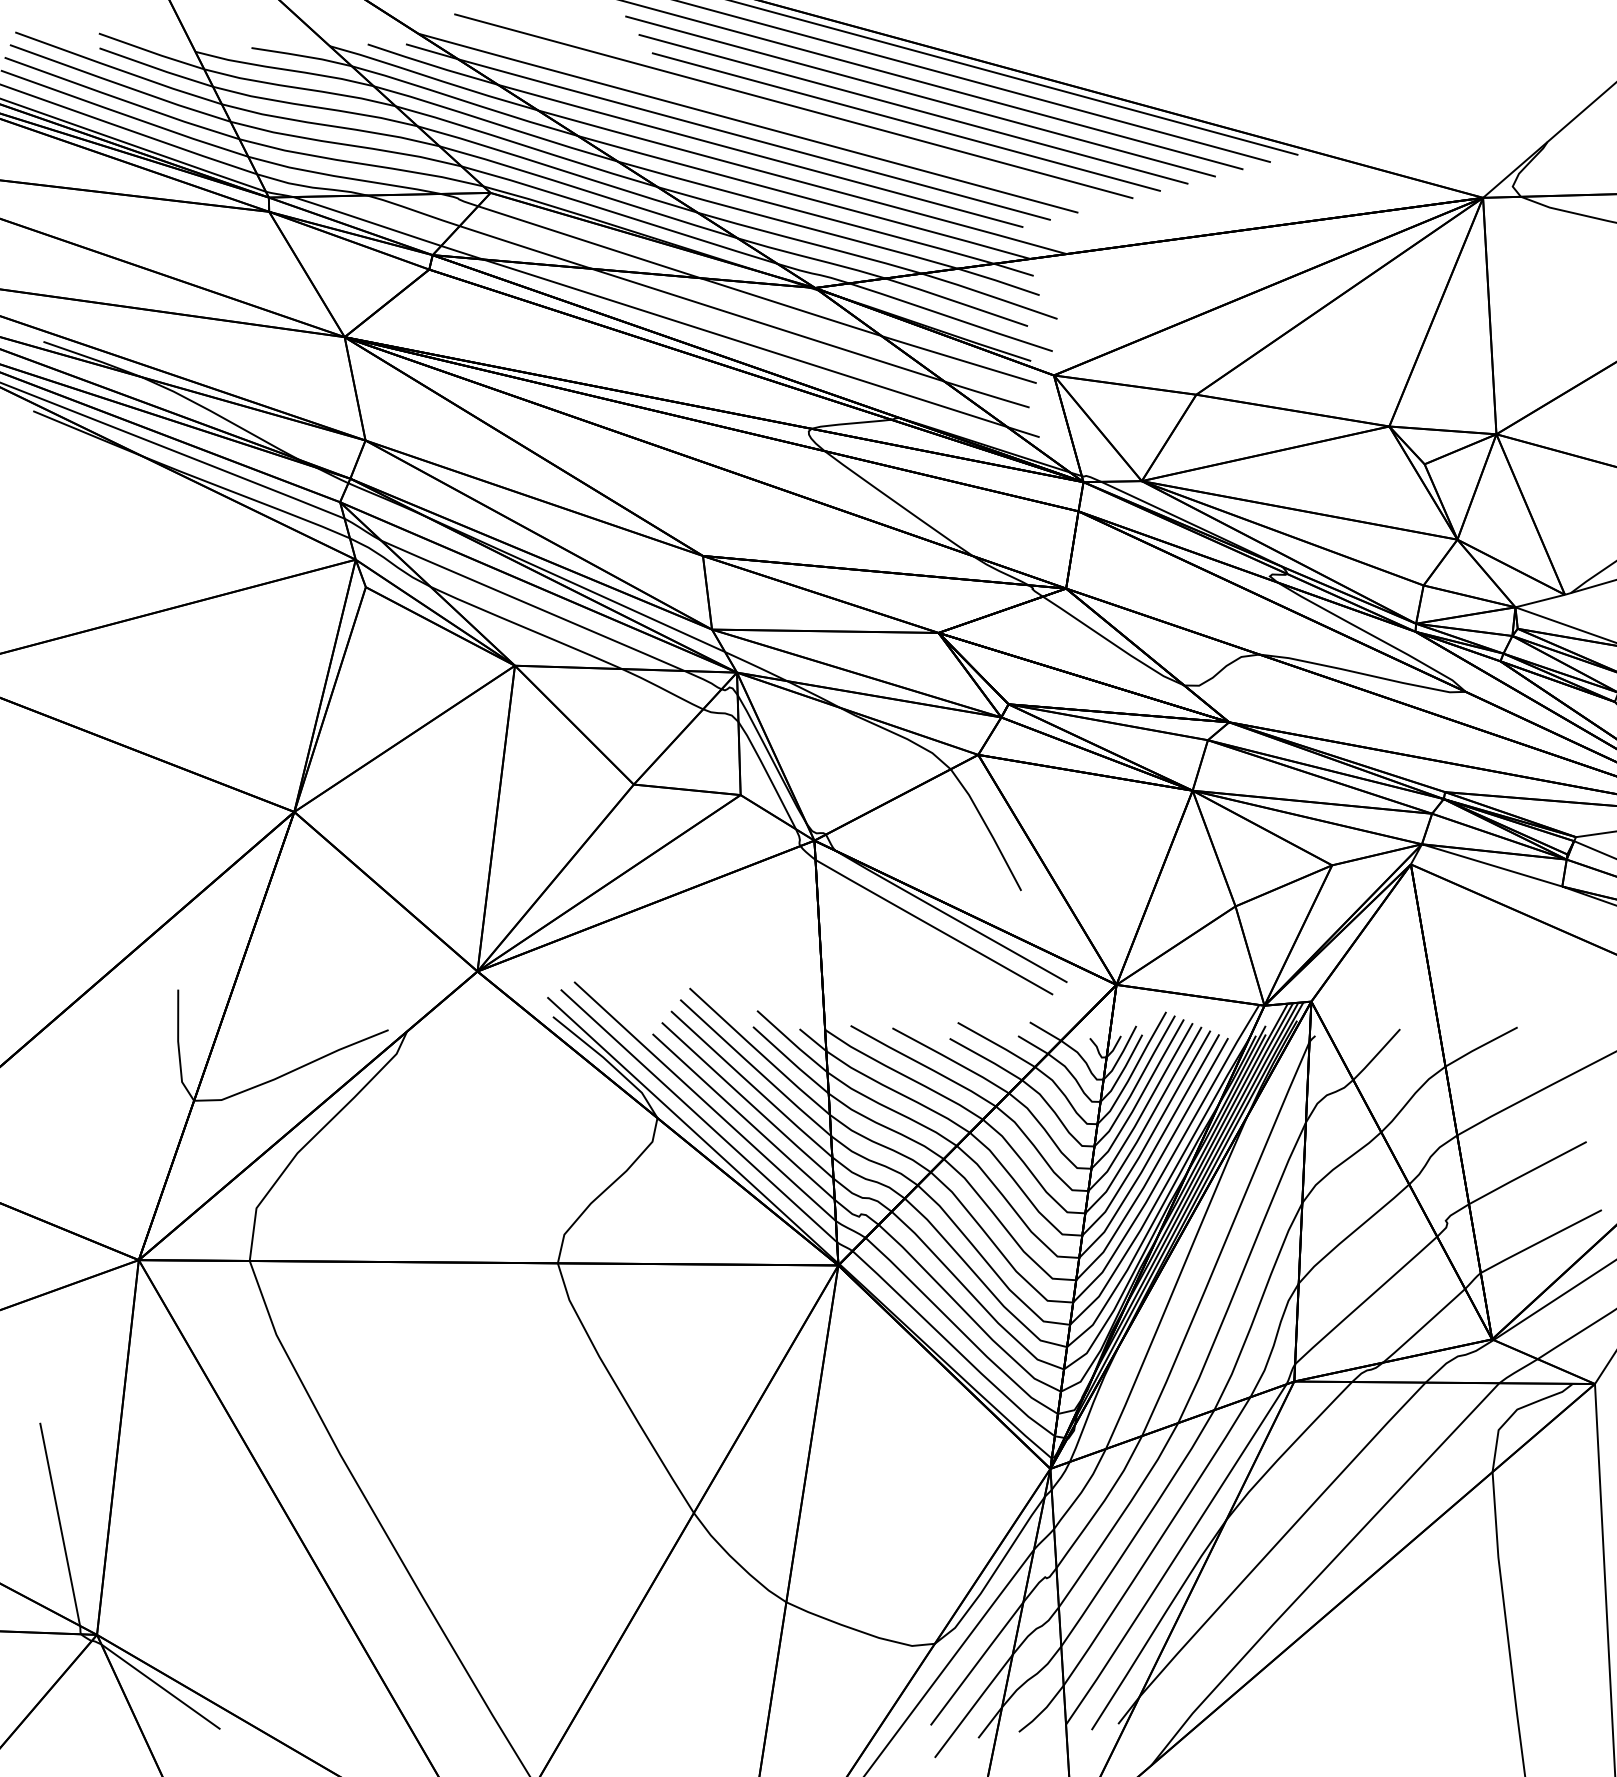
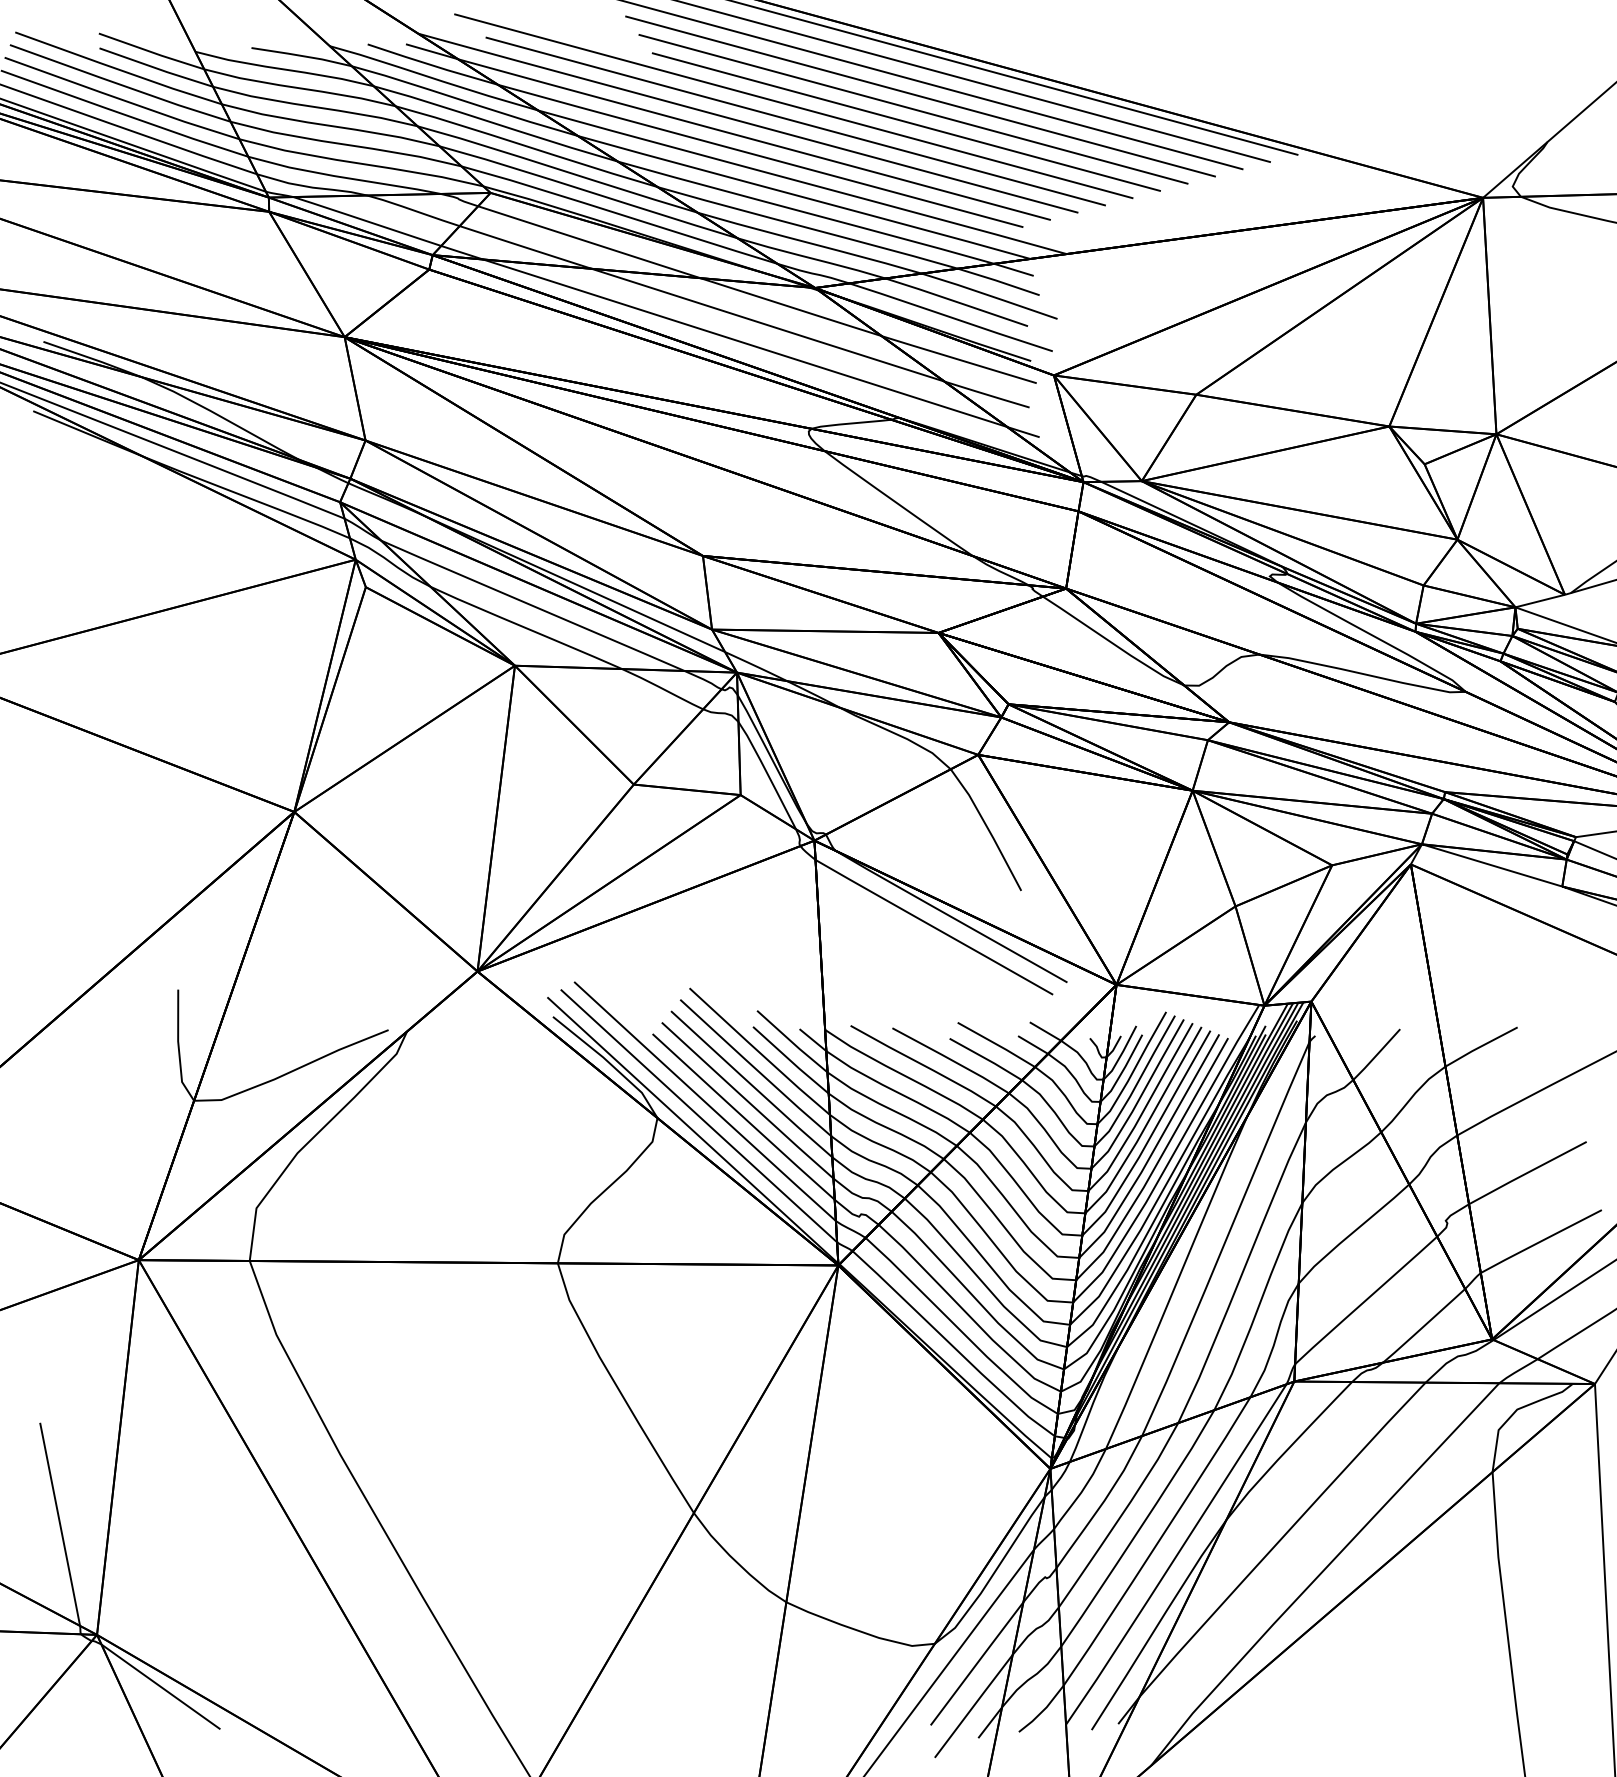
line at (795, 121): none -> present
